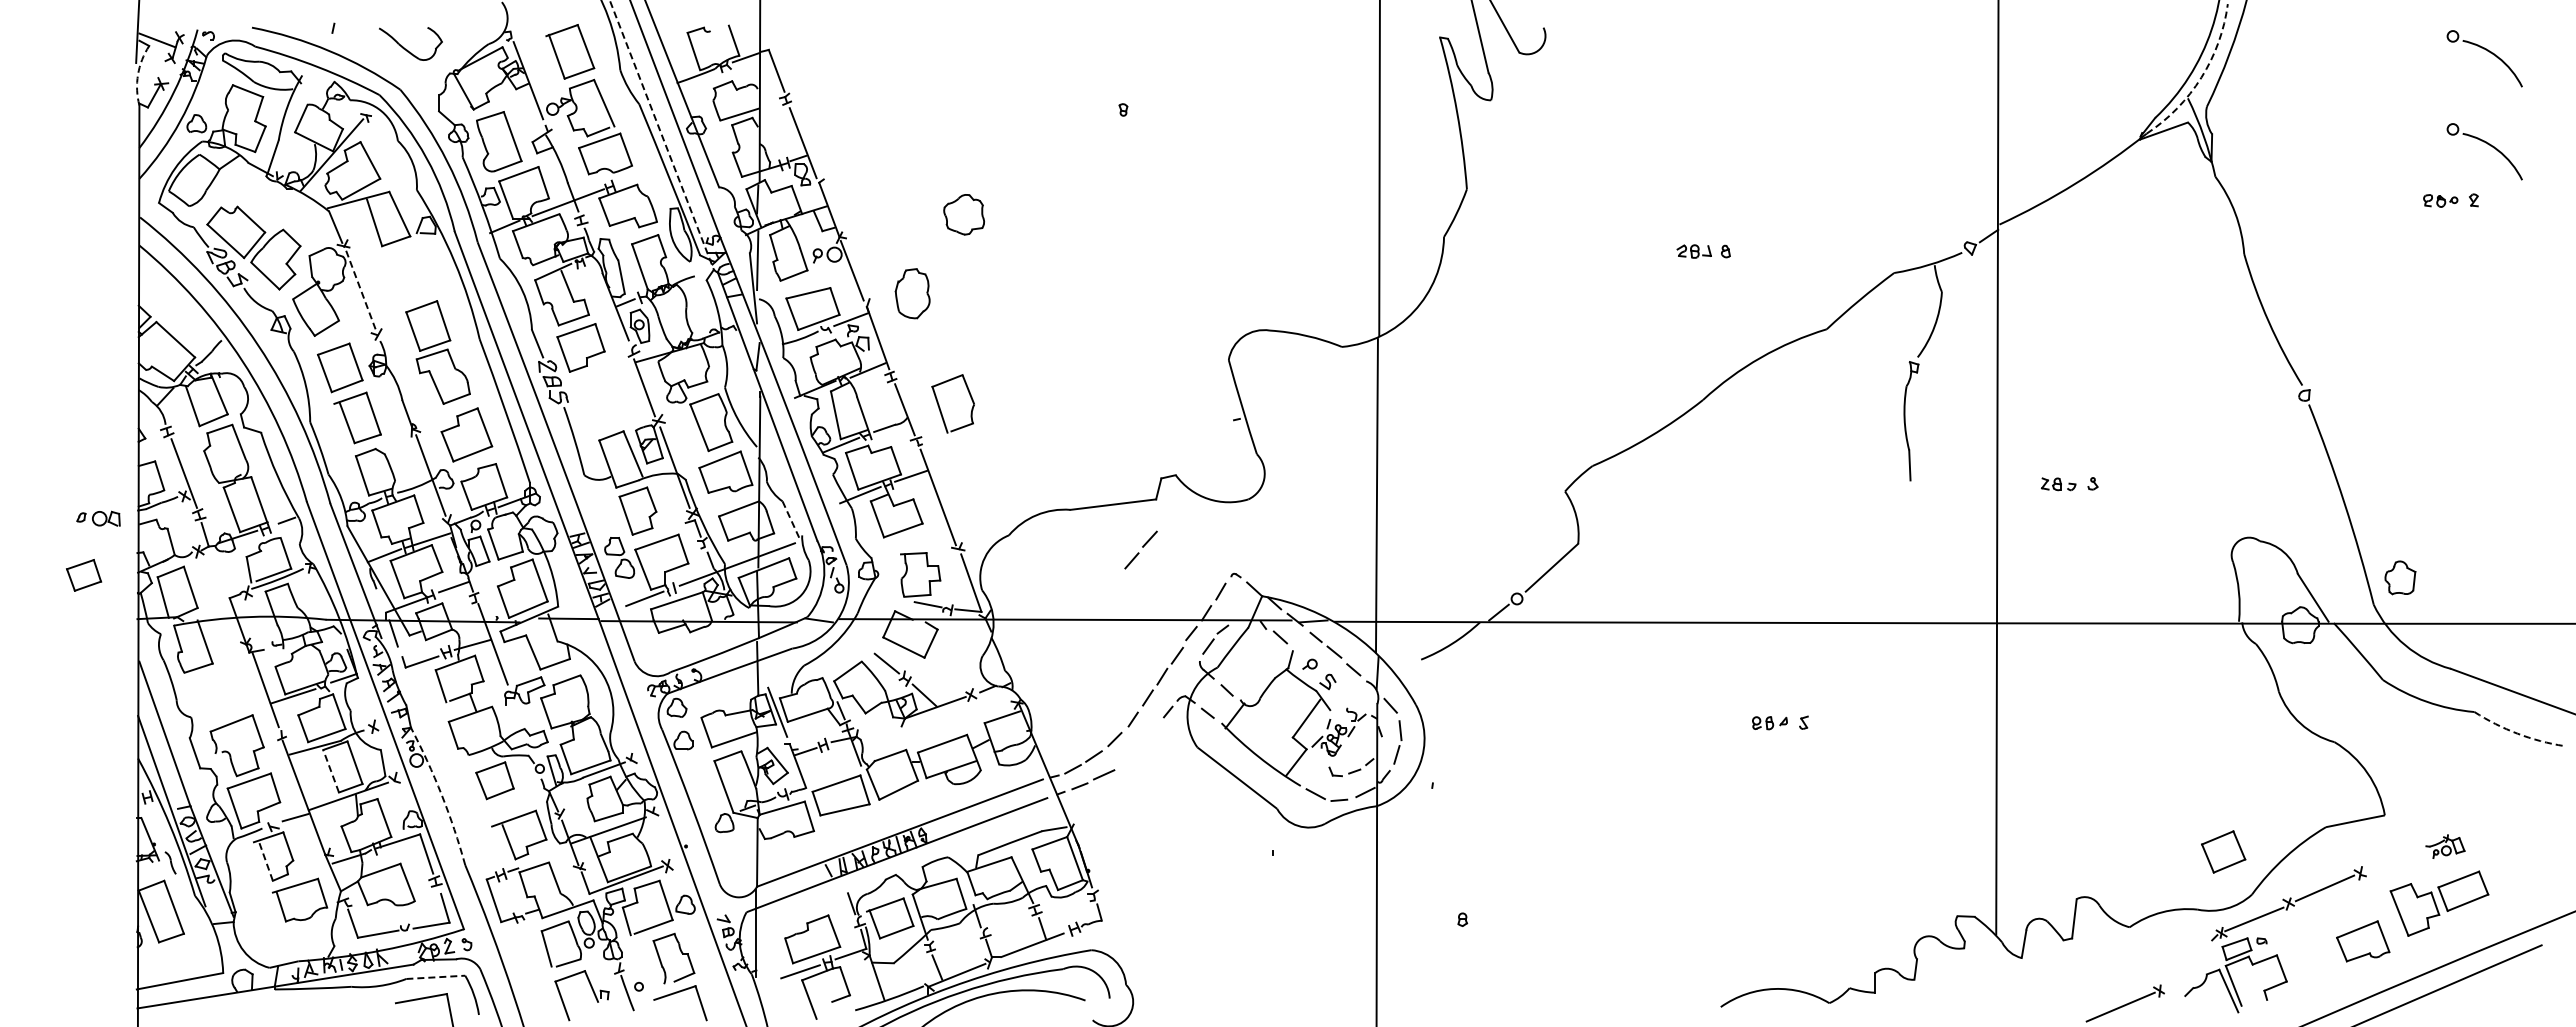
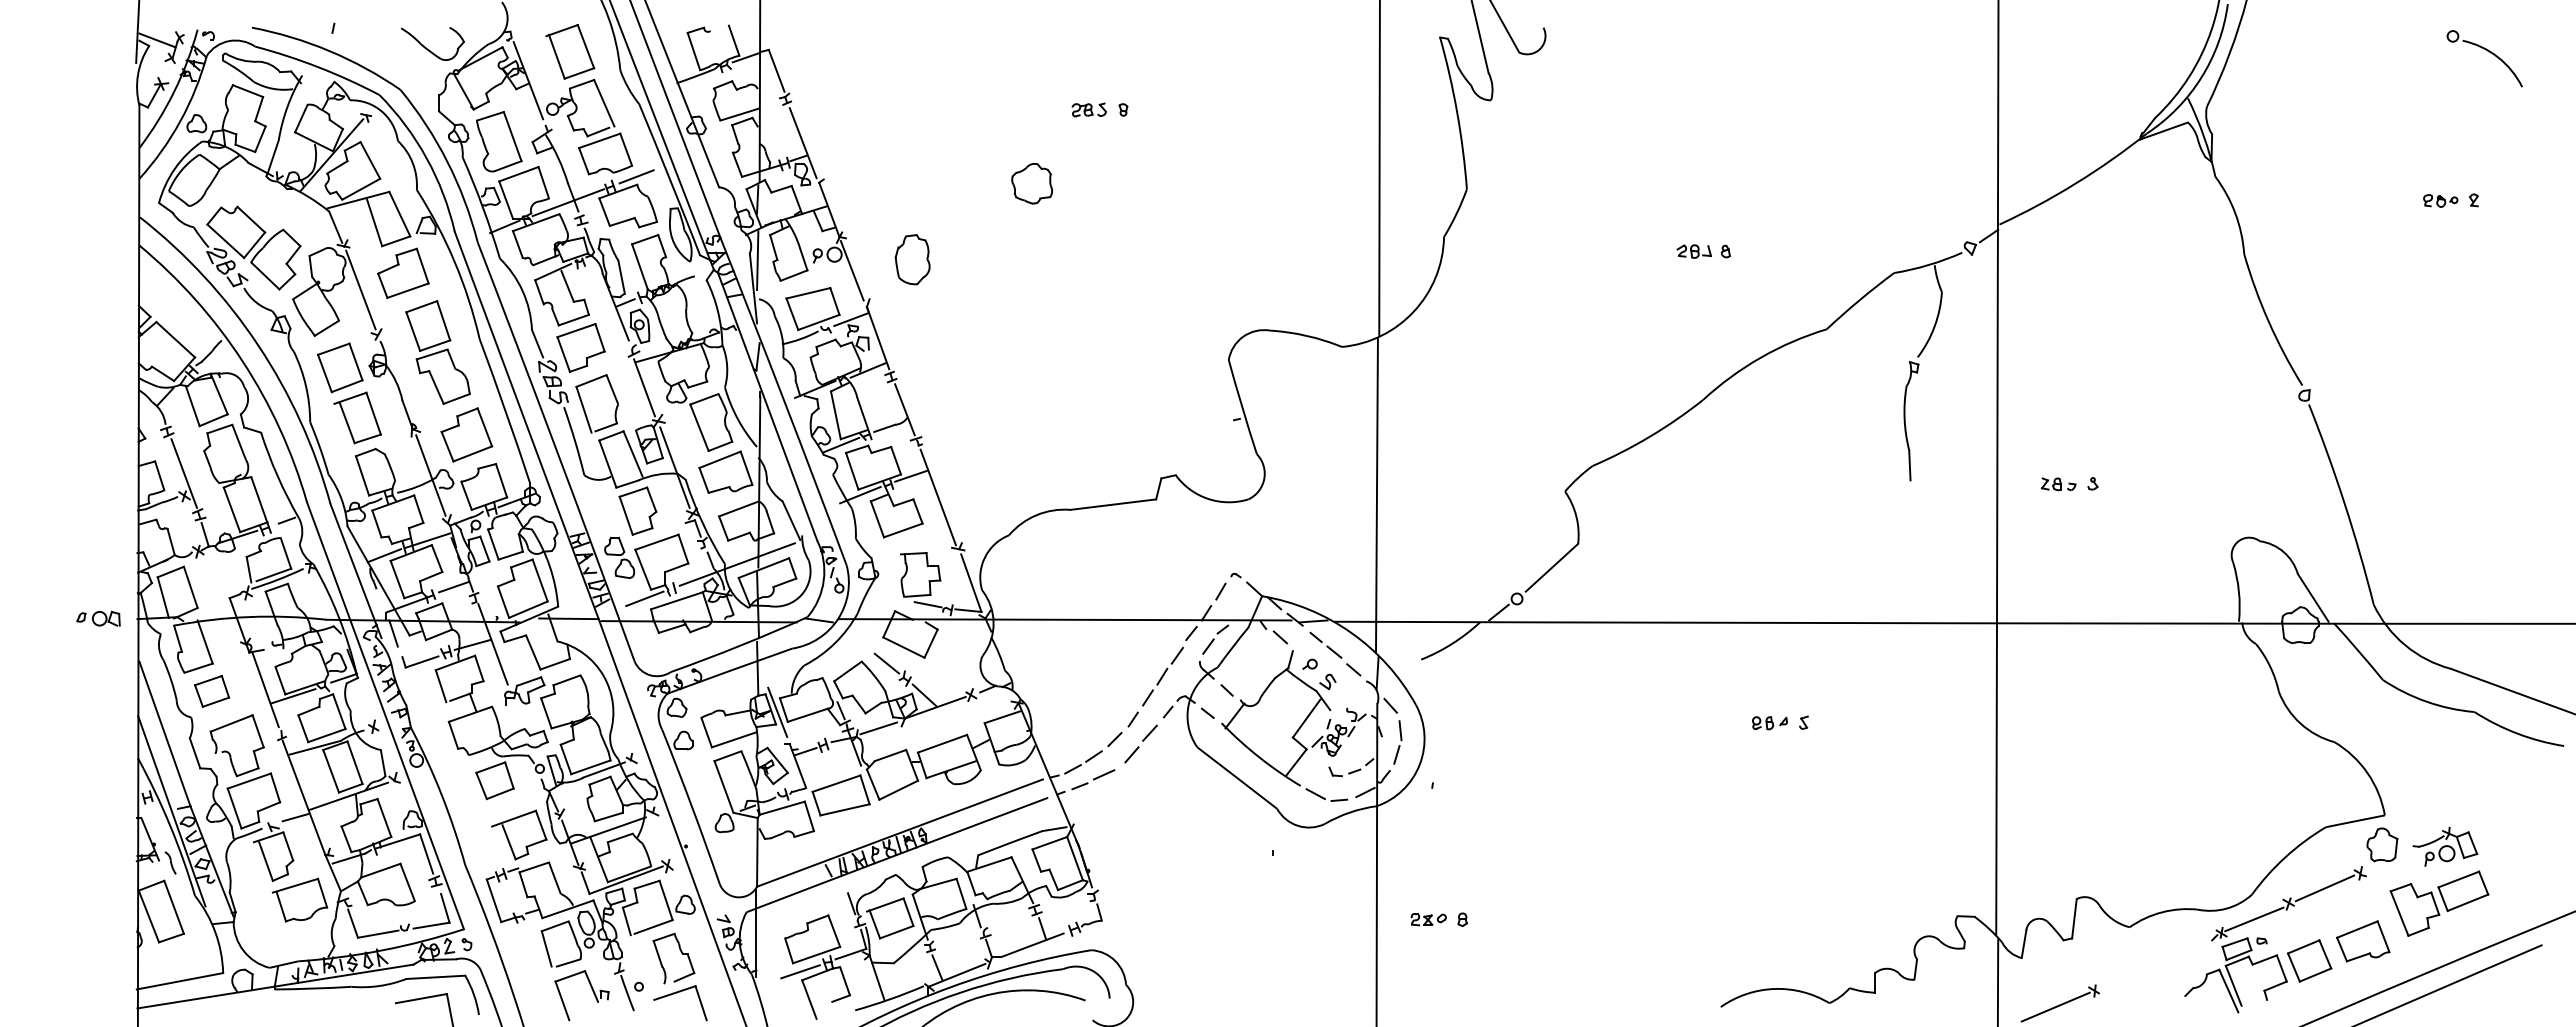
part at (407, 49) position: (407, 49) -> (429, 49)
arc at (138, 74): dashed -> solid
arc at (2201, 77): dashed -> solid
part at (1088, 109): none -> present
line at (662, 135): dashed -> solid
part at (2487, 144): present -> none
line at (636, 176): none -> present
part at (963, 214) position: (963, 214) -> (1031, 183)
part at (403, 272): none -> present
line at (360, 290): dashed -> solid
part at (912, 293) position: (912, 293) -> (912, 259)
part at (940, 407) position: (940, 407) -> (584, 407)
part at (98, 518) position: (98, 518) -> (98, 618)
line at (791, 521): dashed -> solid
part at (1140, 549) position: (1140, 549) -> (1140, 743)
part at (84, 575) position: (84, 575) -> (212, 691)
part at (2400, 577) position: (2400, 577) -> (2382, 844)
line at (878, 728): none -> present
arc at (2517, 733): dashed -> solid
line at (331, 771): dashed -> solid
arc at (441, 795): dashed -> solid
part at (2445, 846) size: 41x25 px -> 67x41 px
part at (2223, 851) position: (2223, 851) -> (2309, 960)
line at (265, 861): dashed -> solid
part at (1428, 919): none -> present
line at (436, 977): dashed -> solid
line at (1997, 981): none -> present
part at (2124, 1003) position: (2124, 1003) -> (2059, 1003)
